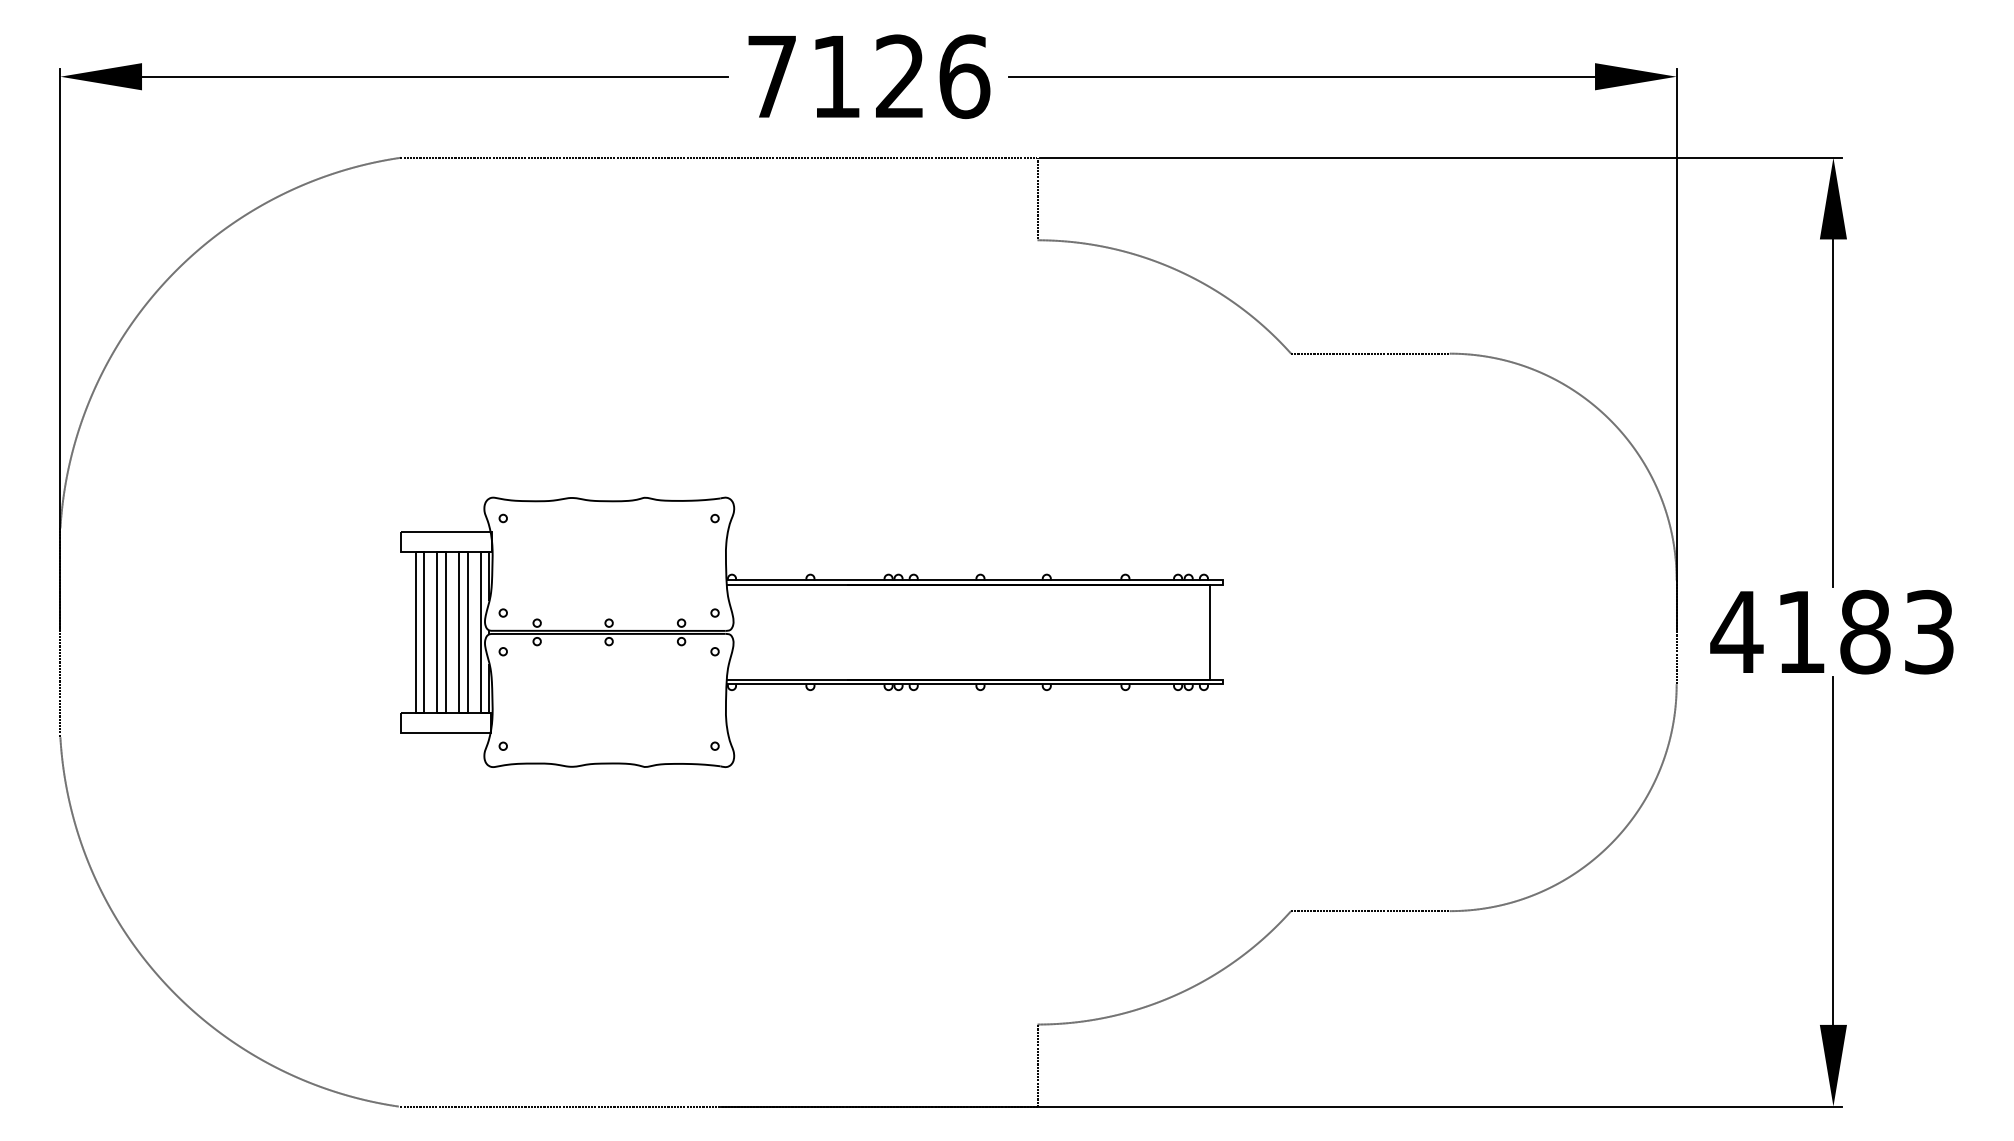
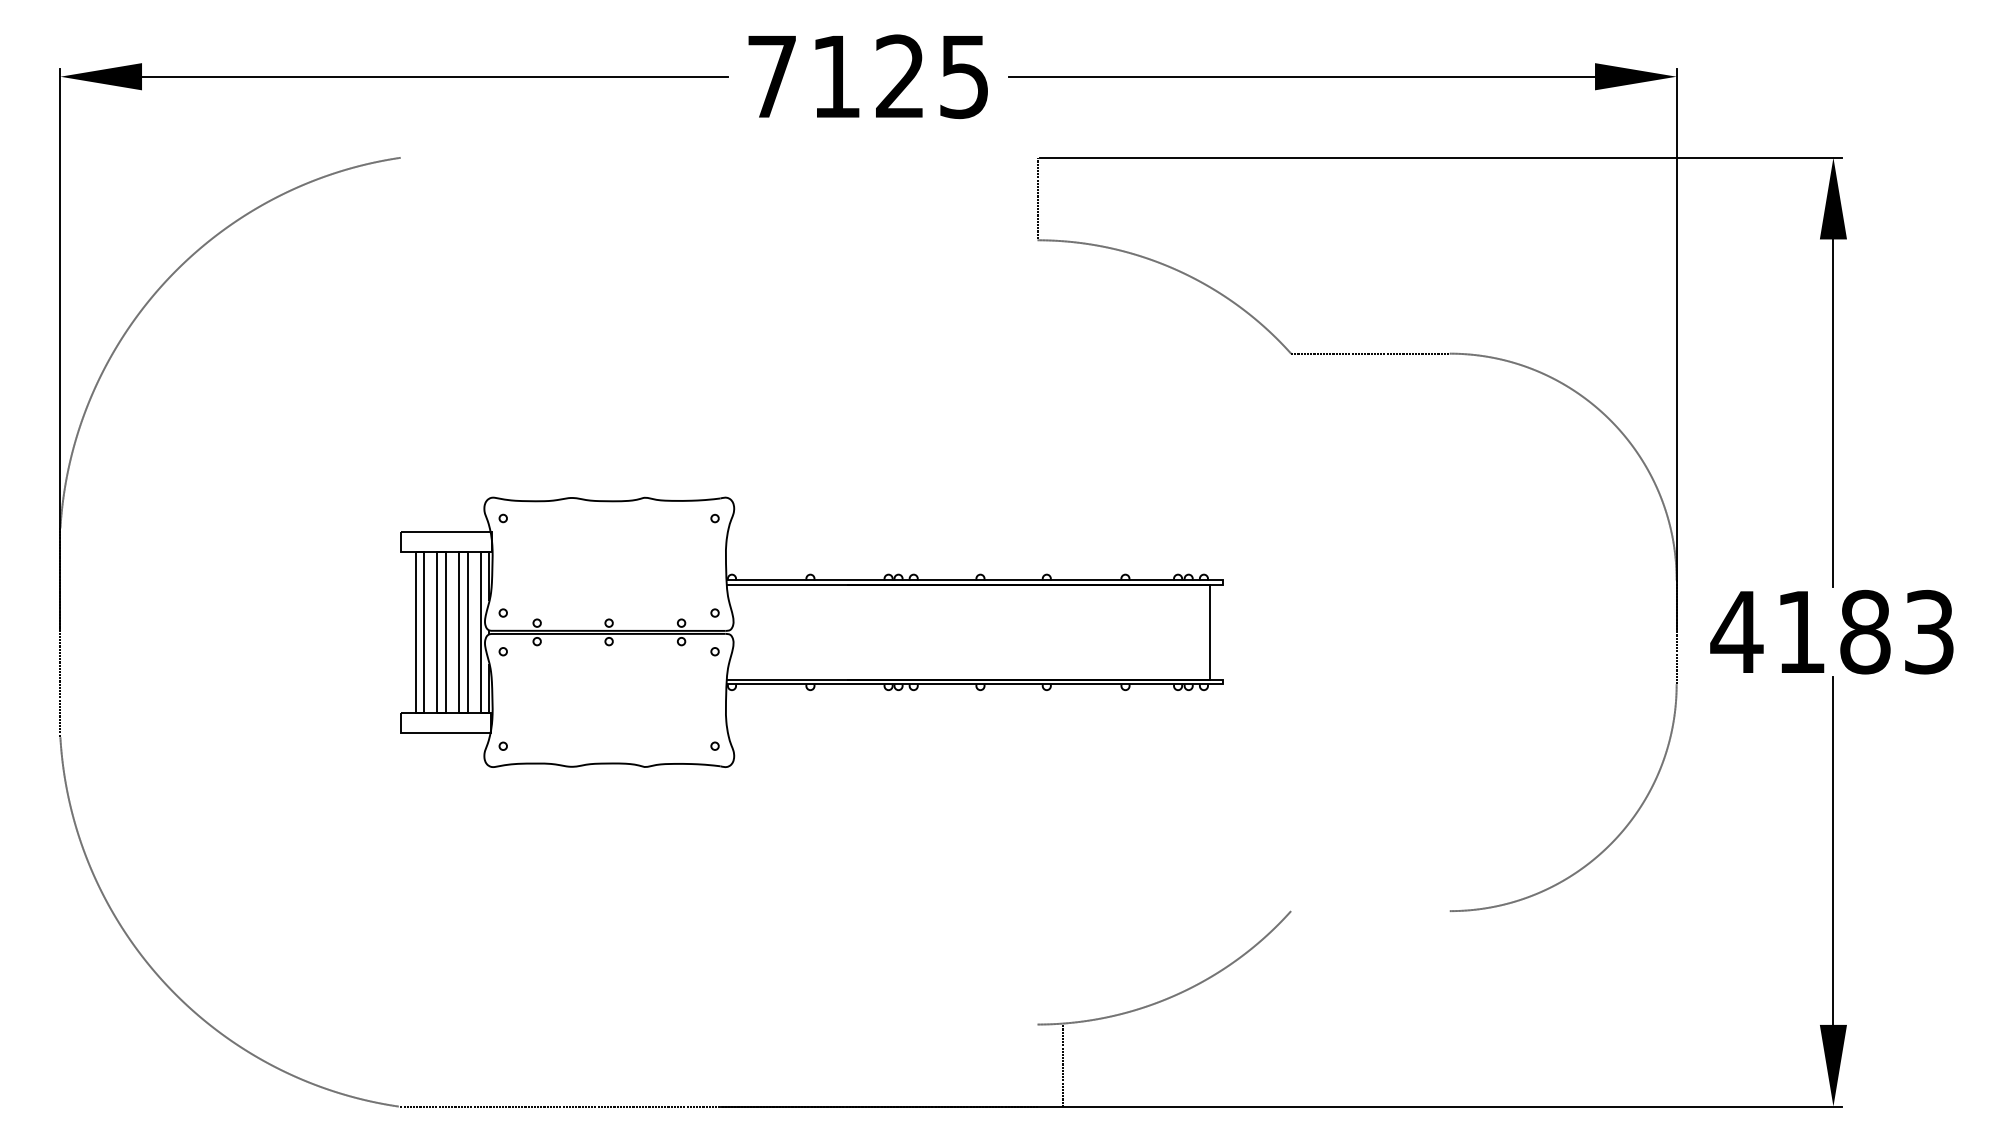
text at (964, 76): 7126 -> 7125
line at (718, 157): present -> none
line at (1370, 911): present -> none
line at (1037, 1065) position: (1037, 1065) -> (1062, 1065)
